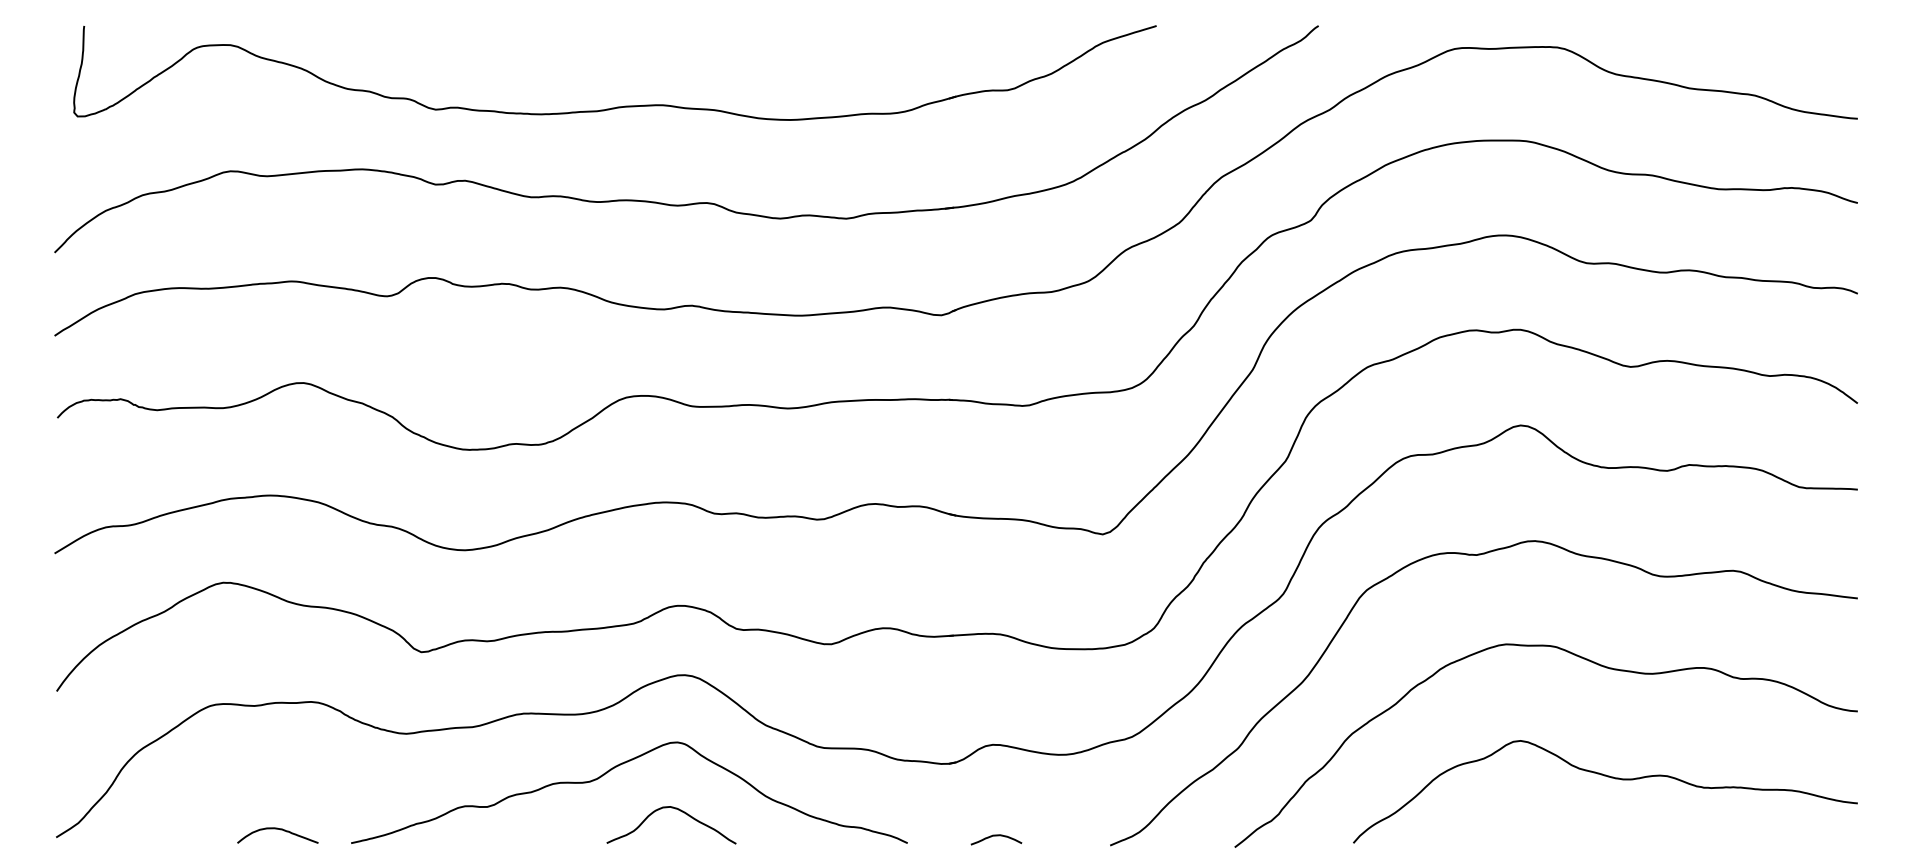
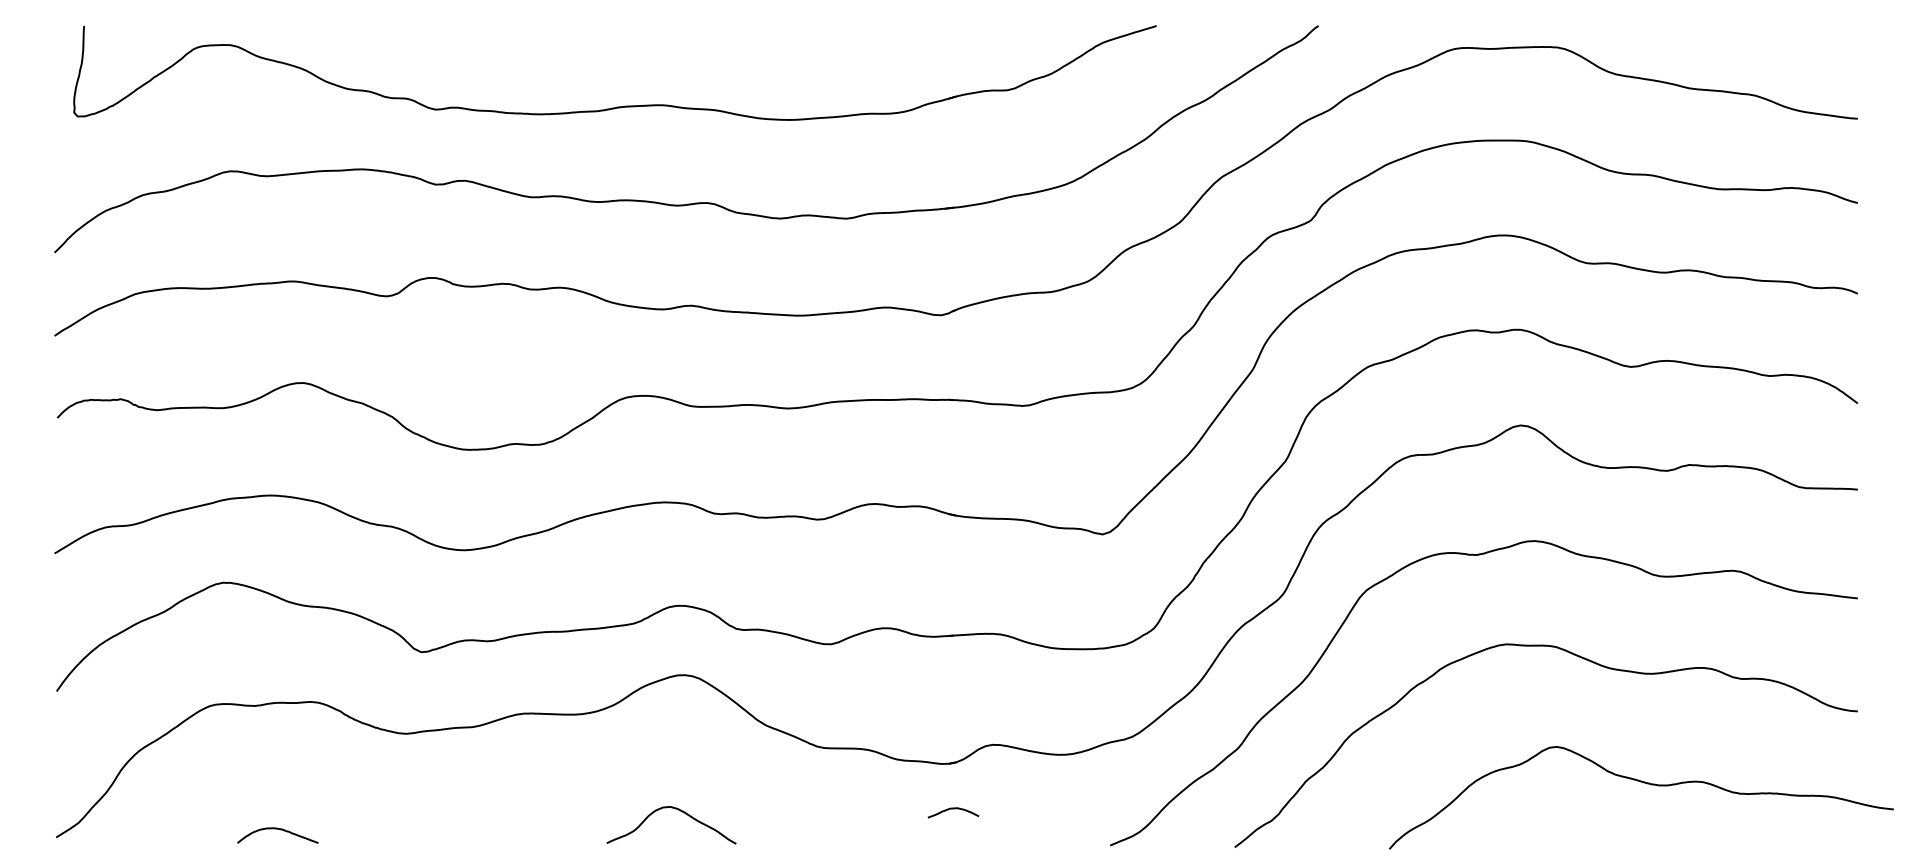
curve at (613, 769): present -> none
curve at (1607, 777) position: (1607, 777) -> (1643, 783)
curve at (996, 836) position: (996, 836) -> (953, 809)
